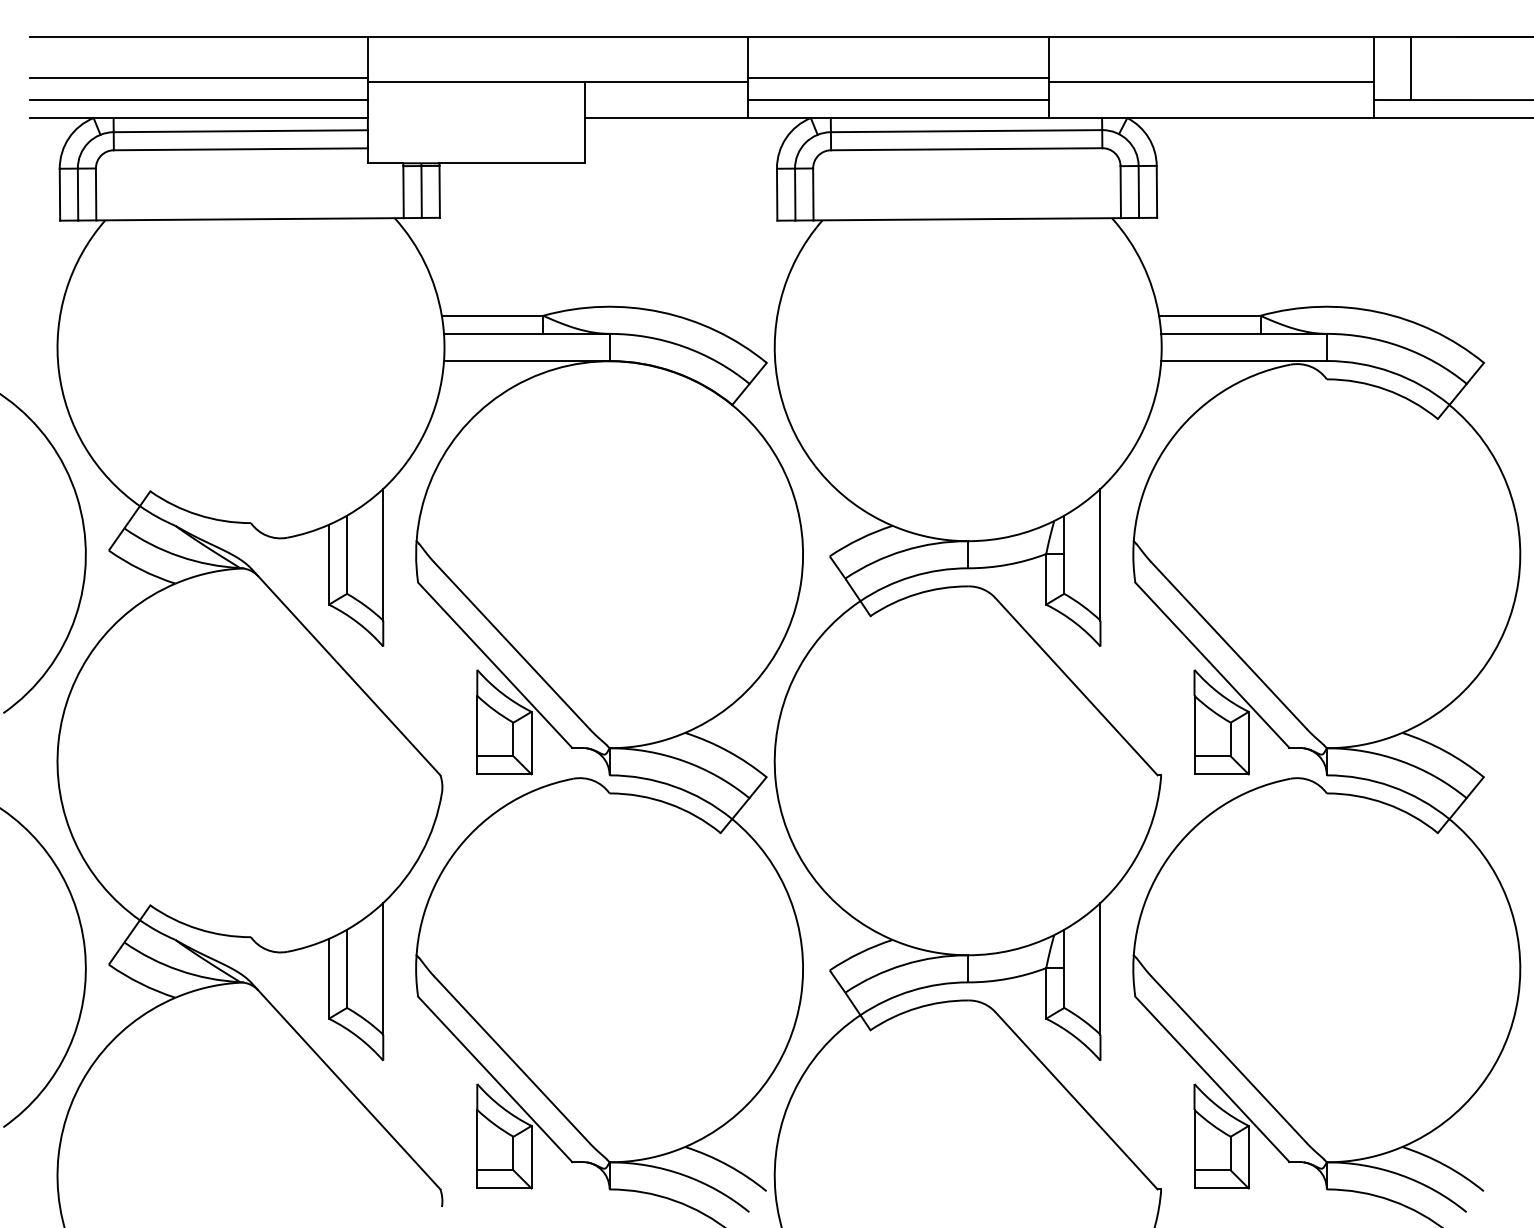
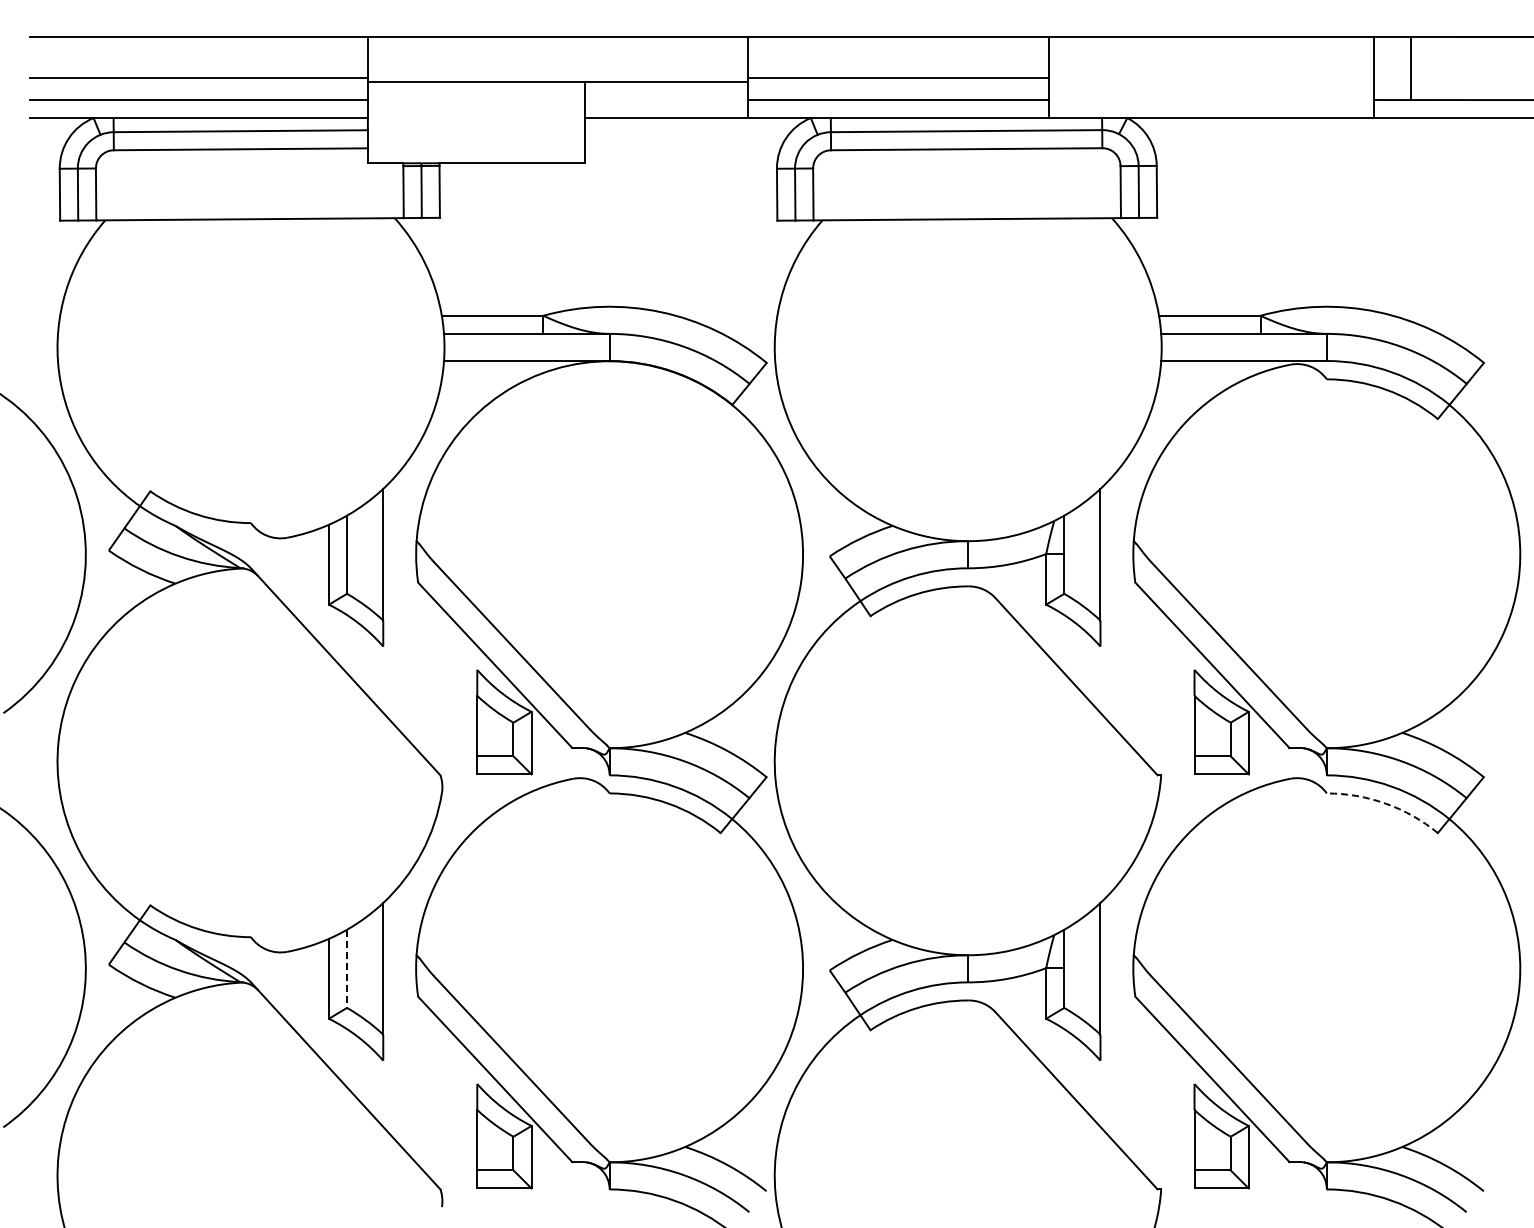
line at (1211, 81): present -> none
arc at (1385, 803): solid -> dashed
line at (347, 969): solid -> dashed
